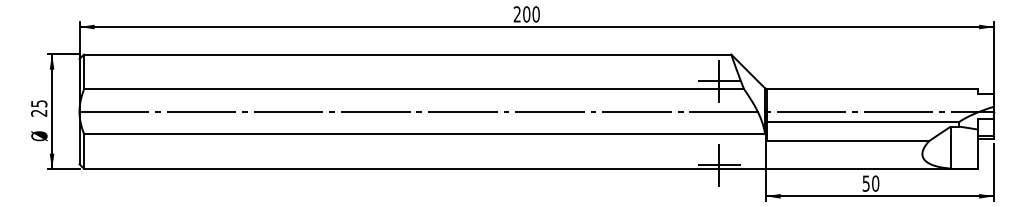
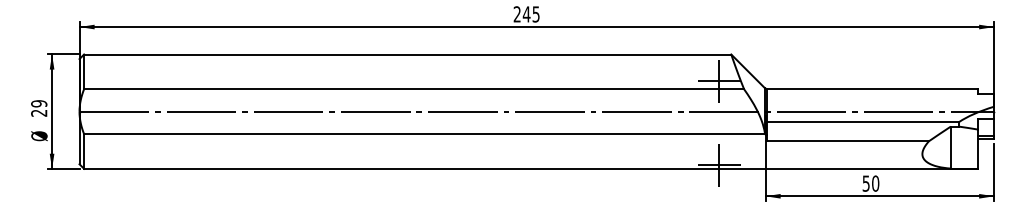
text at (530, 14): 200 -> 245
text at (39, 103): 25 -> 29
